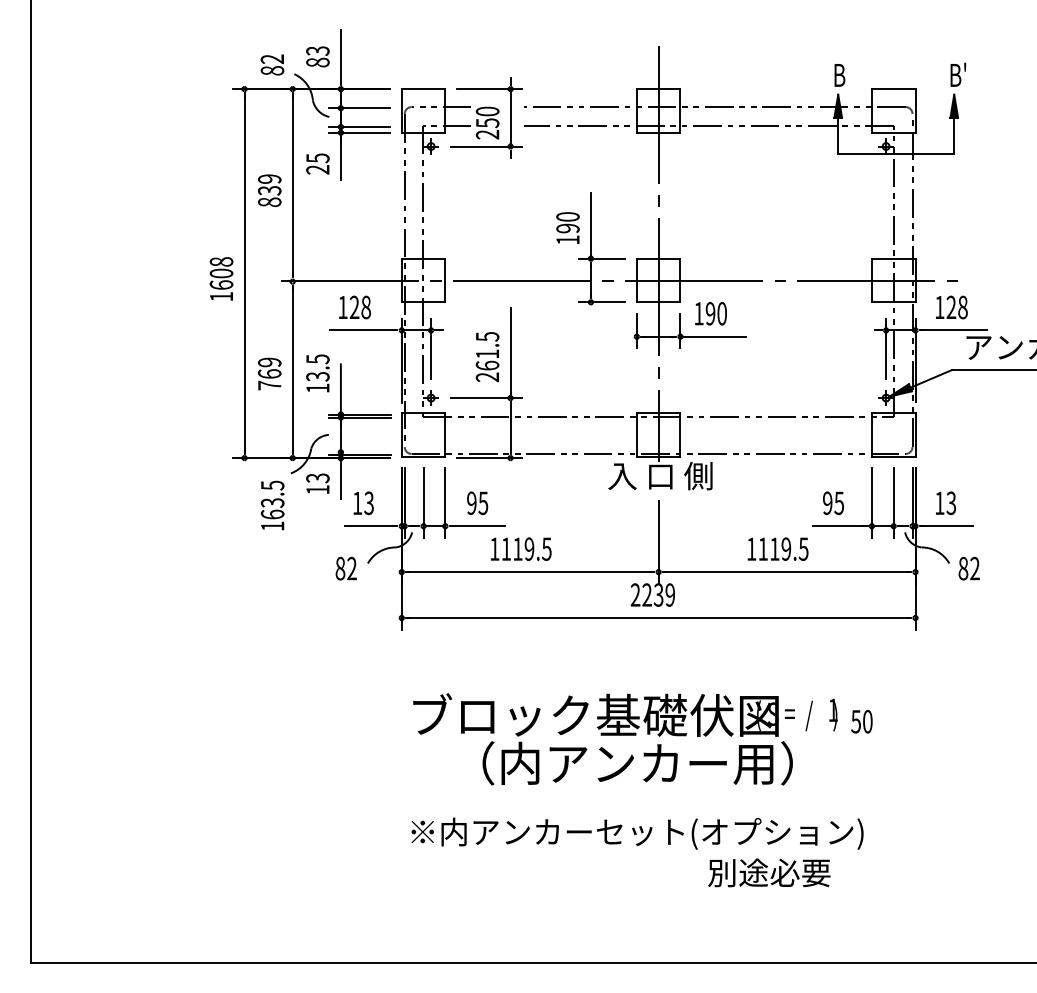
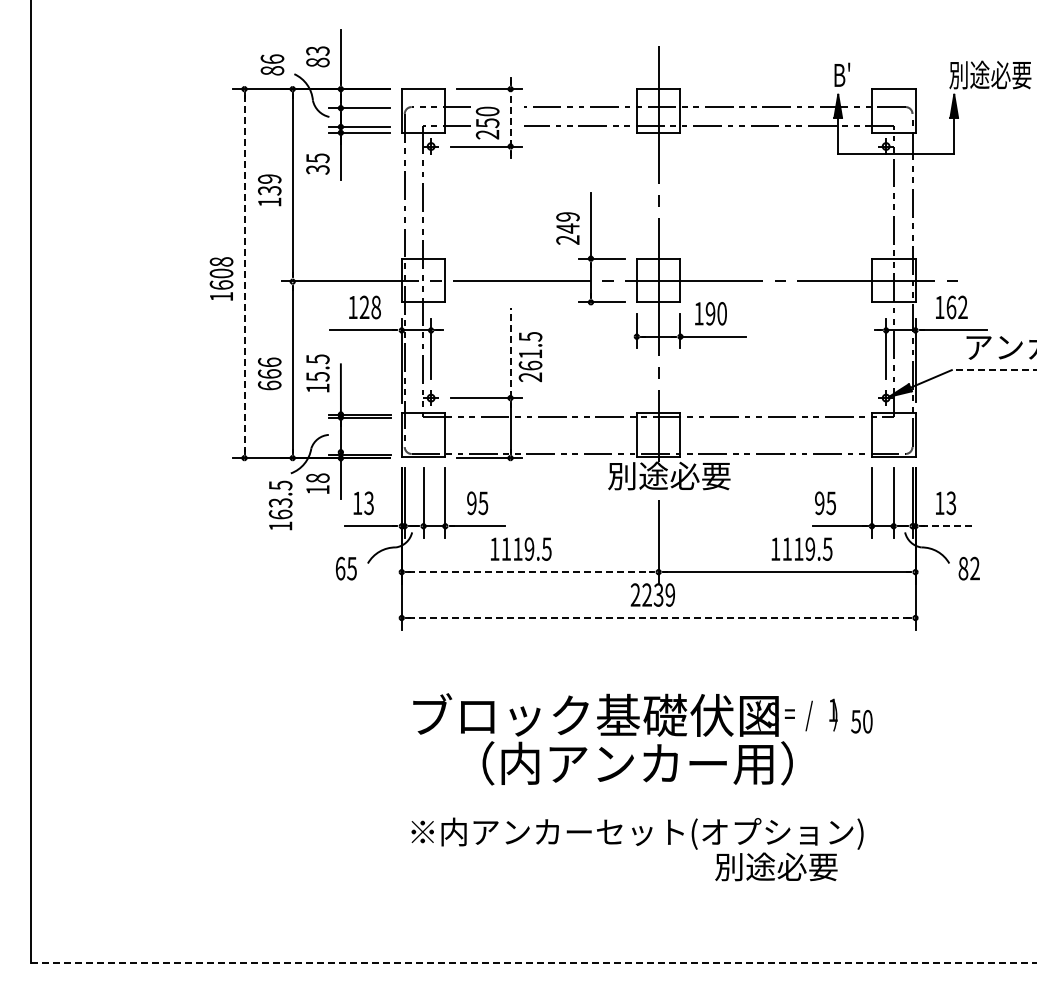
text at (272, 58): 82 -> 86
text at (849, 66): B -> B'
text at (990, 74): B' -> 別途必要
line at (510, 117): solid -> dashed
text at (317, 169): 25 -> 35
text at (269, 201): 839 -> 139
text at (567, 228): 190 -> 249
line at (244, 273): solid -> dashed
text at (354, 307) position: (354, 307) -> (364, 307)
text at (956, 307): 128 -> 162
line at (510, 353): solid -> dashed
text at (487, 357) position: (487, 357) -> (530, 357)
line at (993, 370): solid -> dashed
text at (269, 373): 769 -> 666
text at (317, 376): 13.5 -> 15.5
text at (669, 475): 入 口 側 -> 別途必要
text at (317, 478): 13 -> 18
text at (833, 503) position: (833, 503) -> (825, 503)
text at (272, 505) position: (272, 505) -> (280, 505)
line at (946, 526): solid -> dashed
text at (777, 548) position: (777, 548) -> (801, 548)
text at (345, 568): 82 -> 65
line at (530, 572): solid -> dashed
line at (658, 618): solid -> dashed
text at (769, 872) position: (769, 872) -> (776, 866)
line at (534, 963): solid -> dashed
